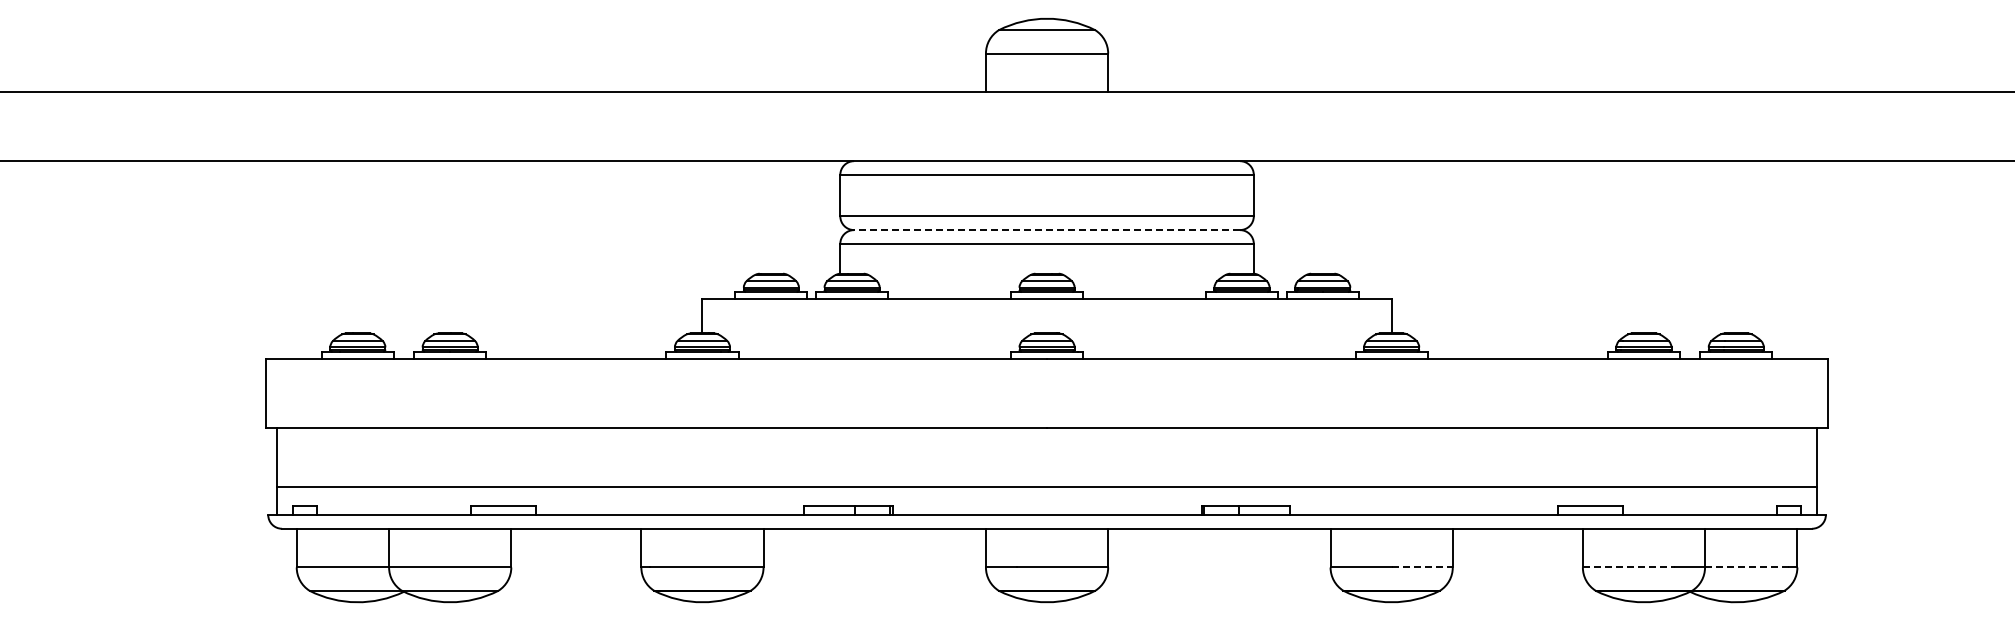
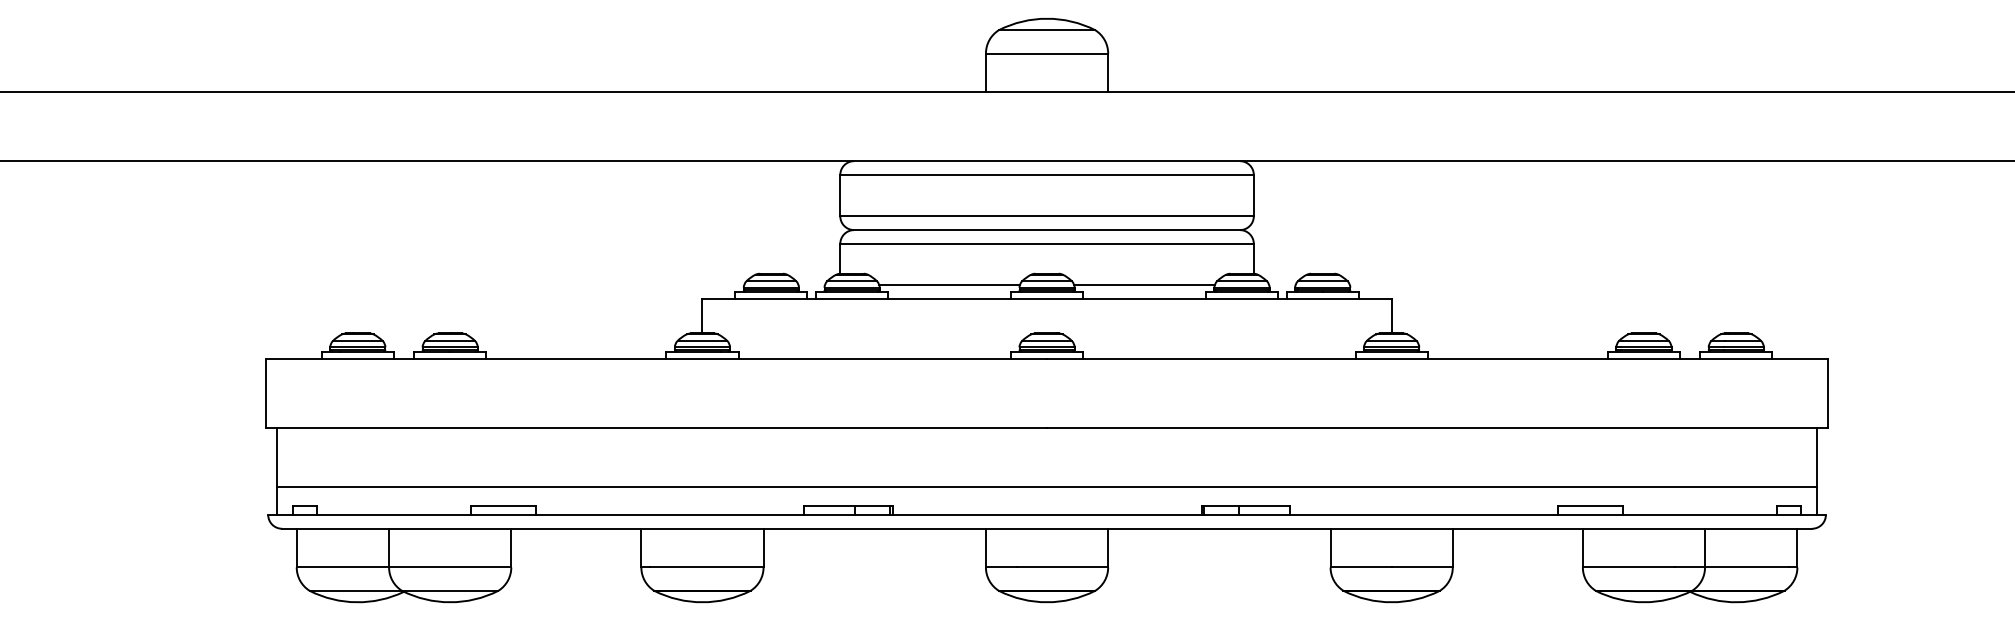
line at (1047, 230): dashed -> solid
line at (949, 285): none -> present
line at (1144, 285): none -> present
line at (1422, 567): dashed -> solid
line at (1628, 567): dashed -> solid
line at (1747, 567): dashed -> solid
